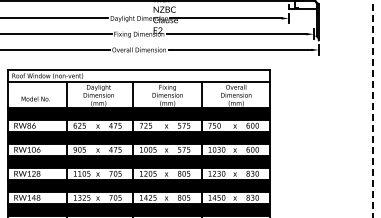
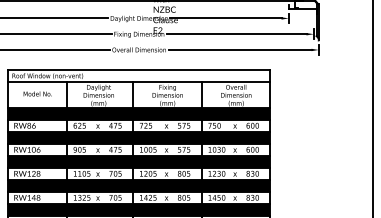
text at (35, 98) position: (35, 98) -> (37, 93)
line at (373, 109): dashed -> solid
